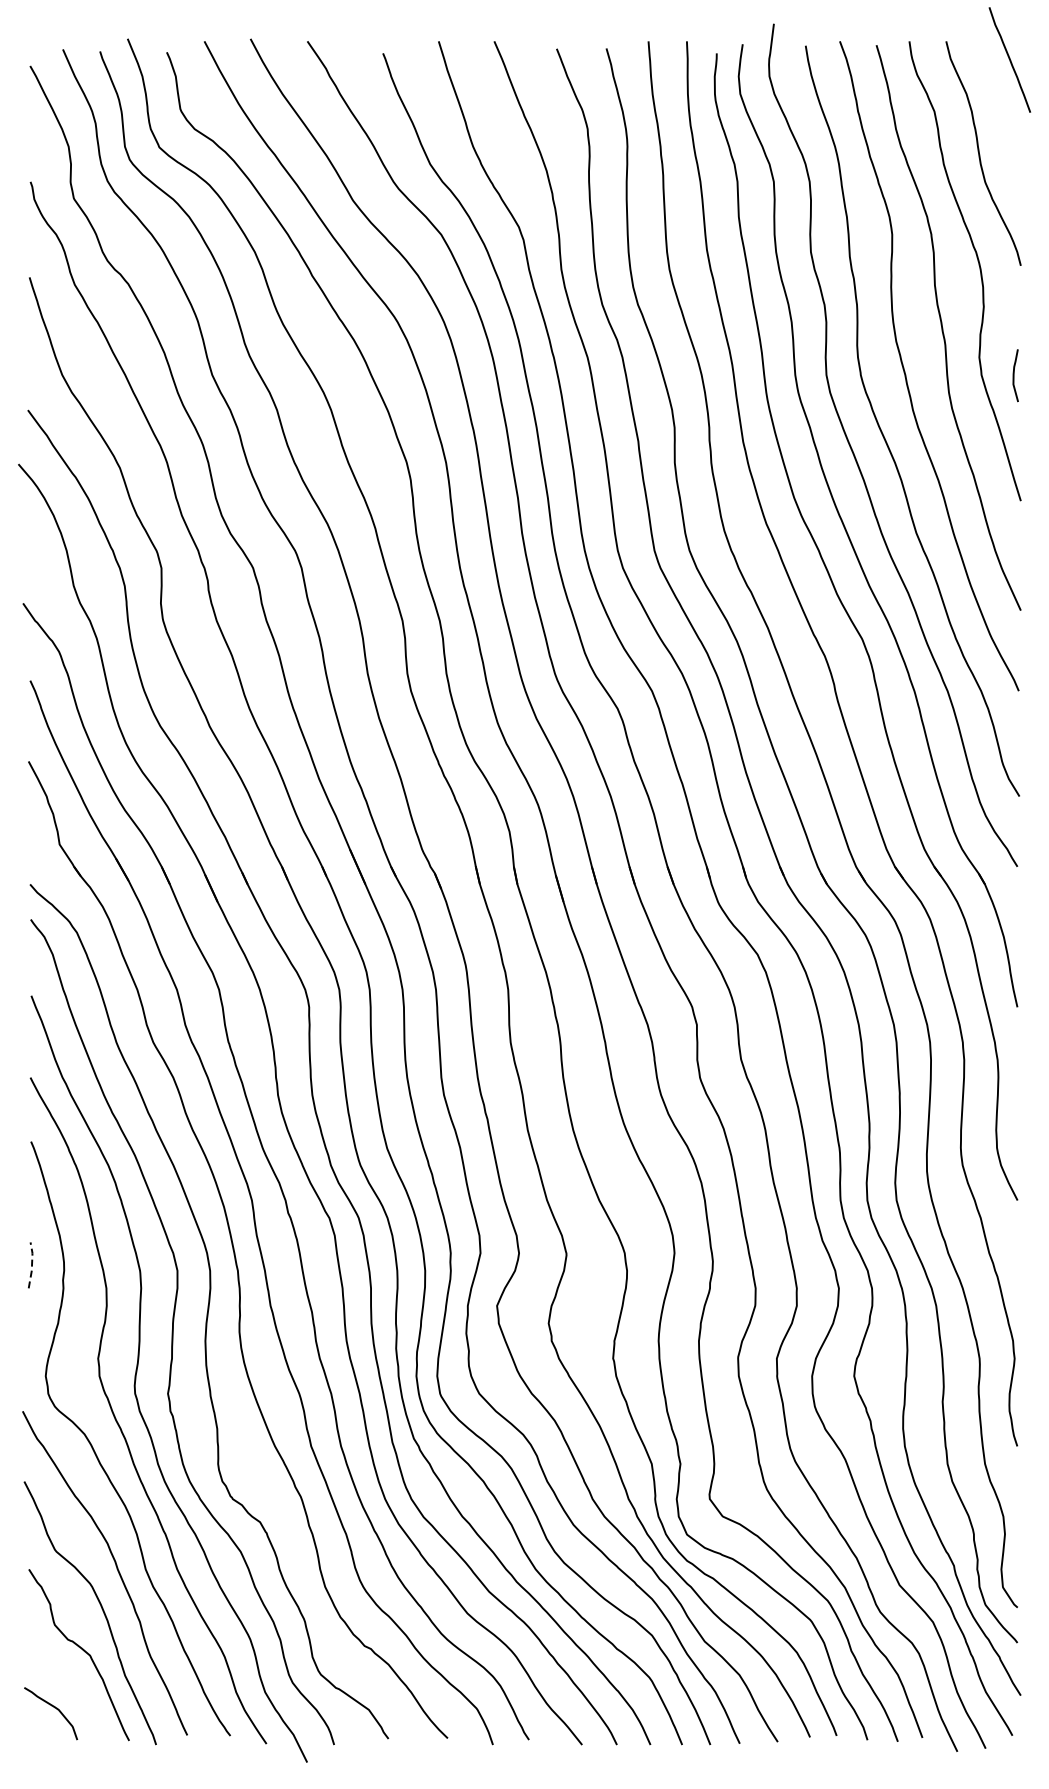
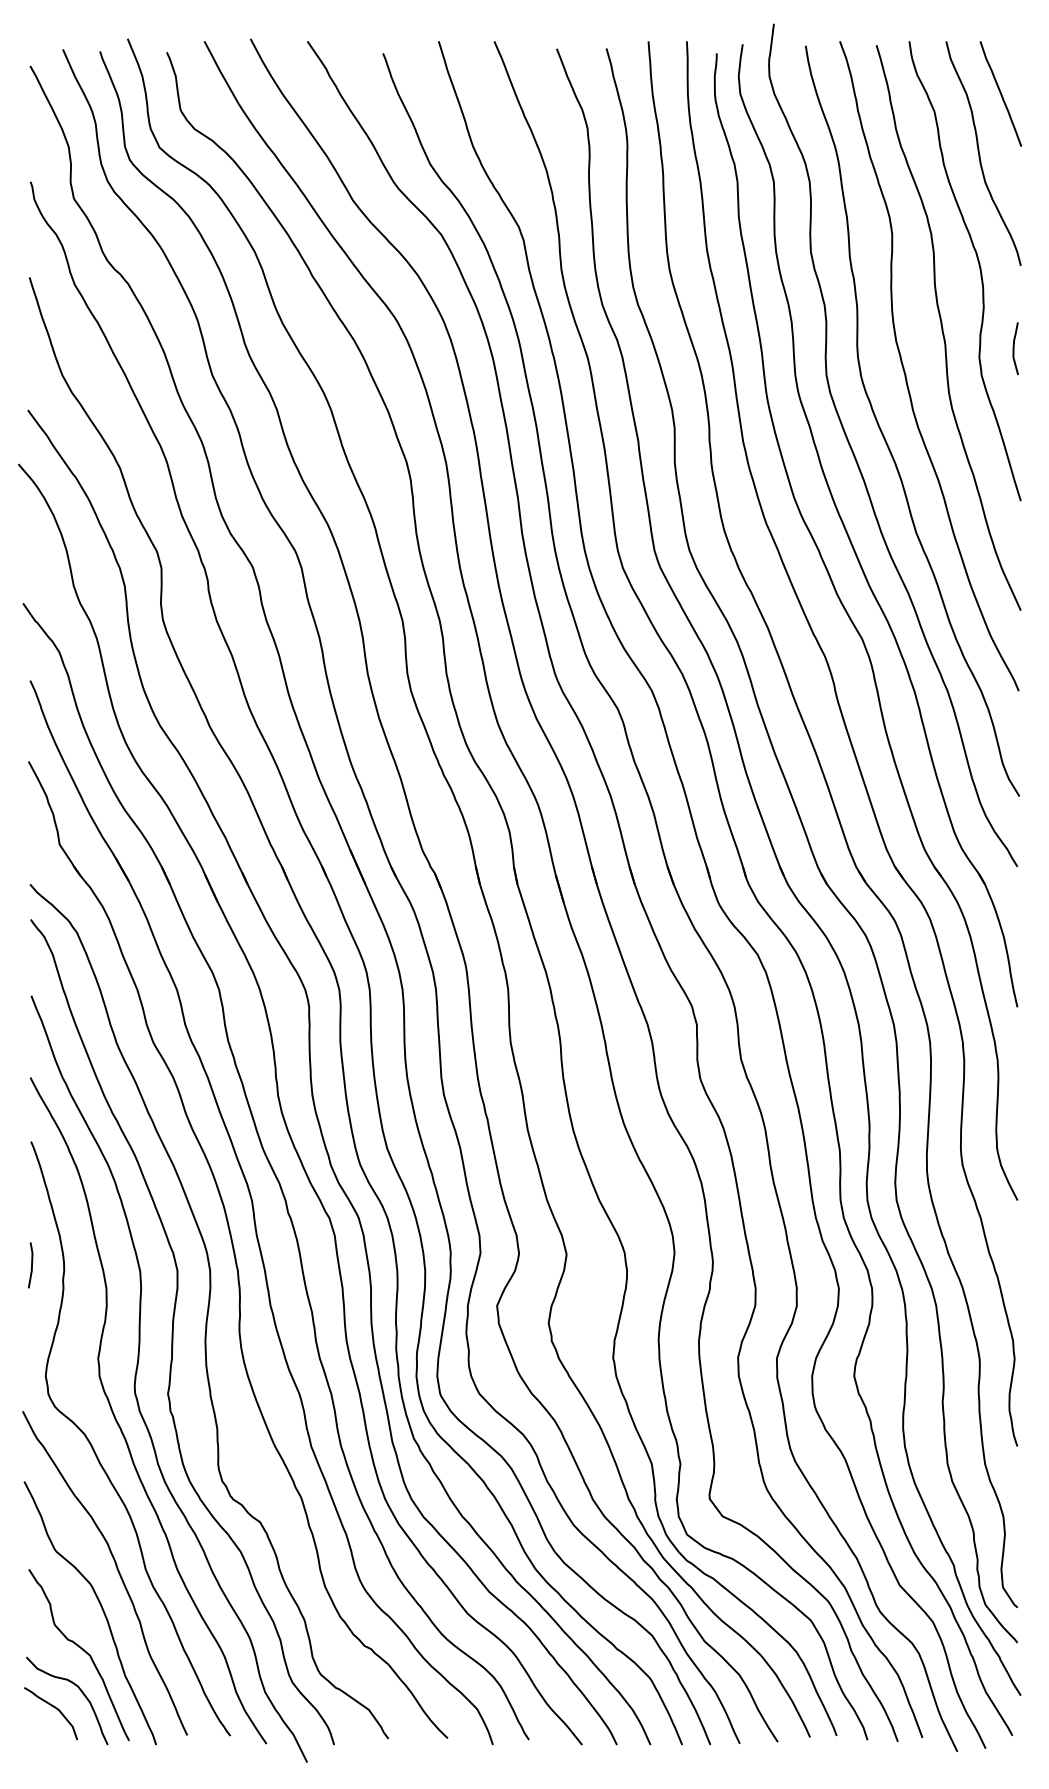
line at (1009, 59) position: (1009, 59) -> (1000, 93)
curve at (1014, 375) position: (1014, 375) -> (1014, 348)
line at (32, 1264): dashed -> solid
curve at (79, 1690): none -> present
